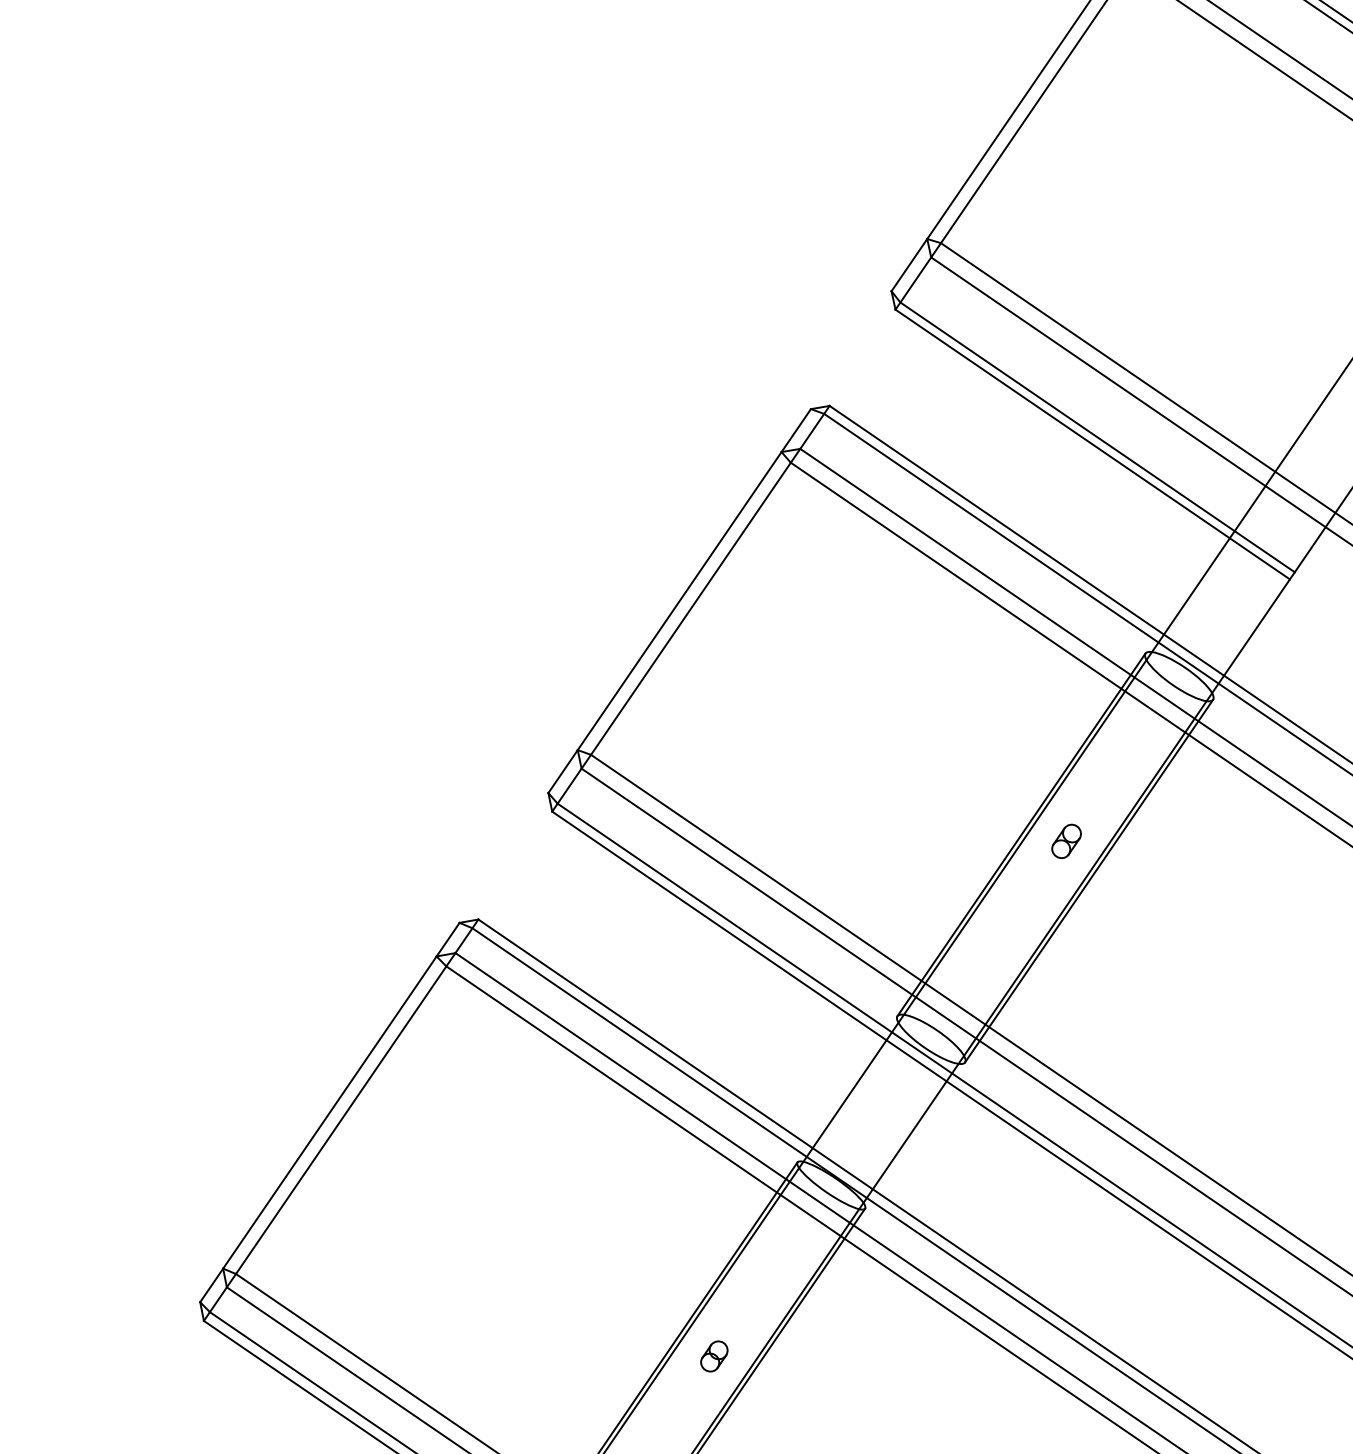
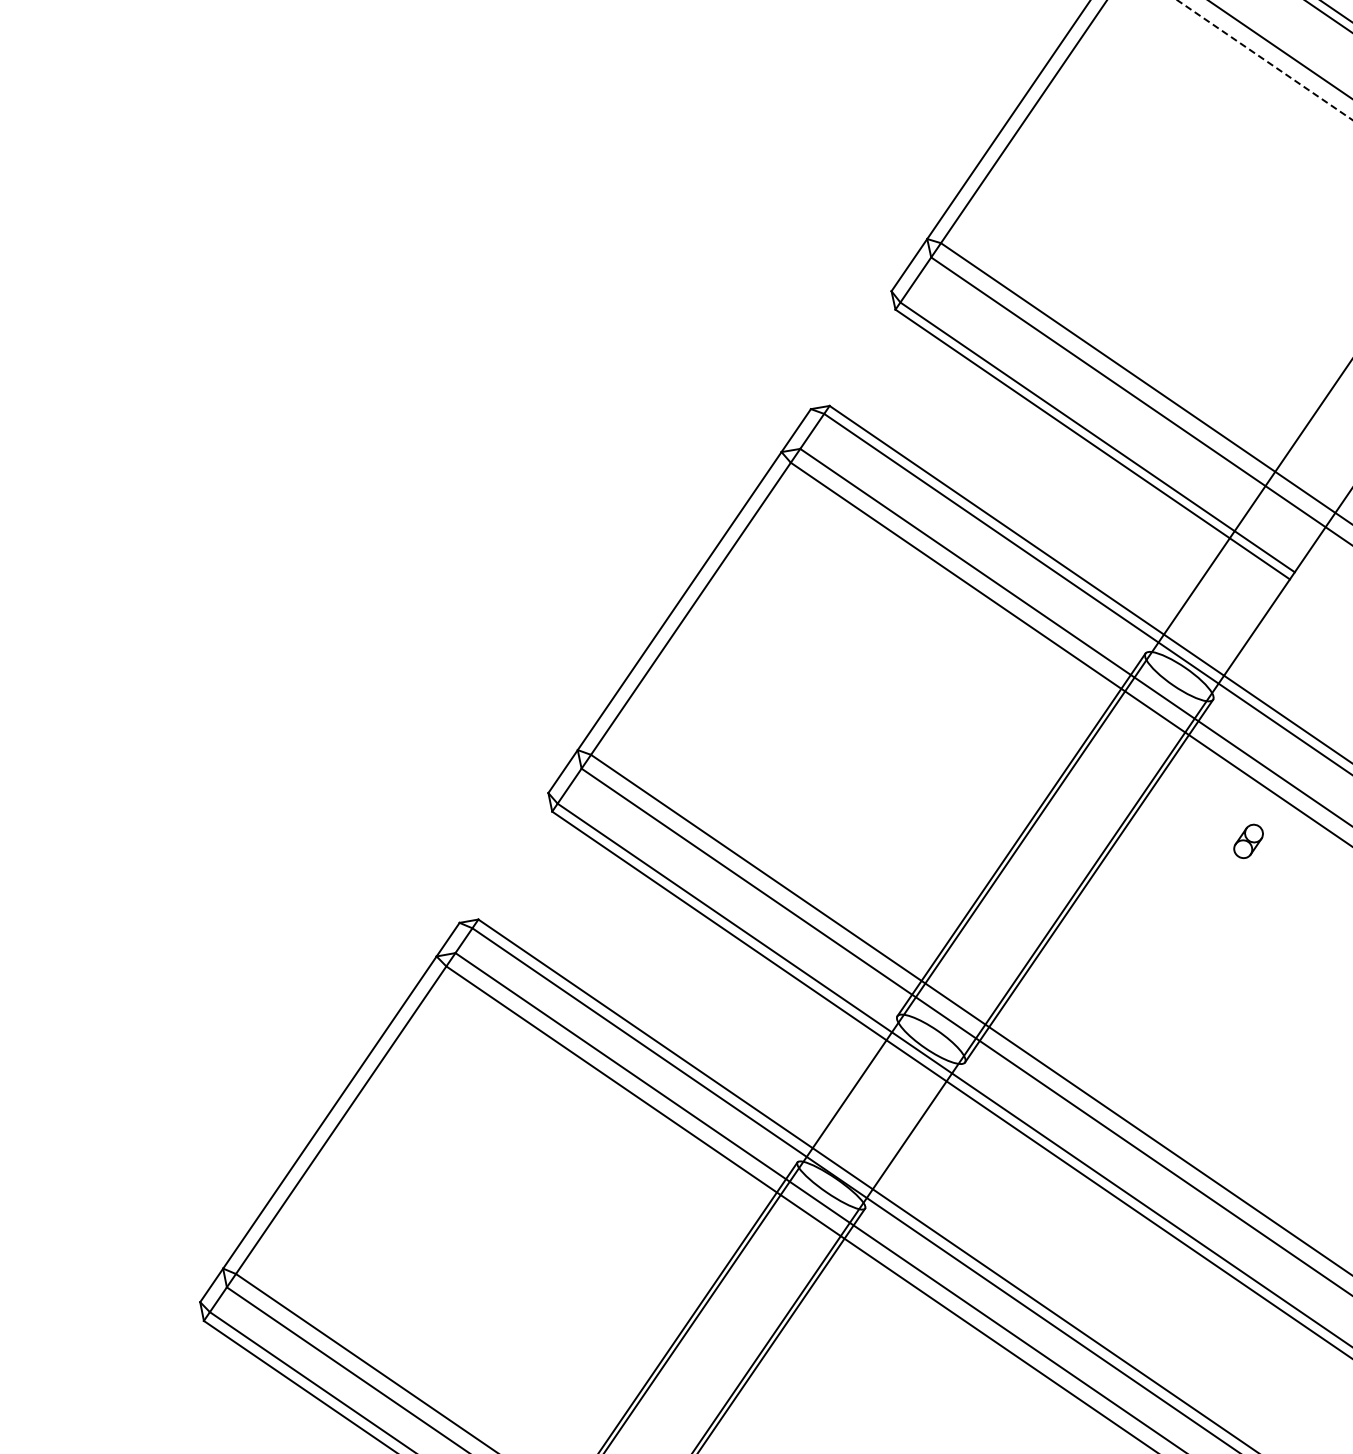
line at (1264, 59): solid -> dashed
part at (1066, 841) position: (1066, 841) -> (1248, 841)
part at (714, 1356): present -> none
